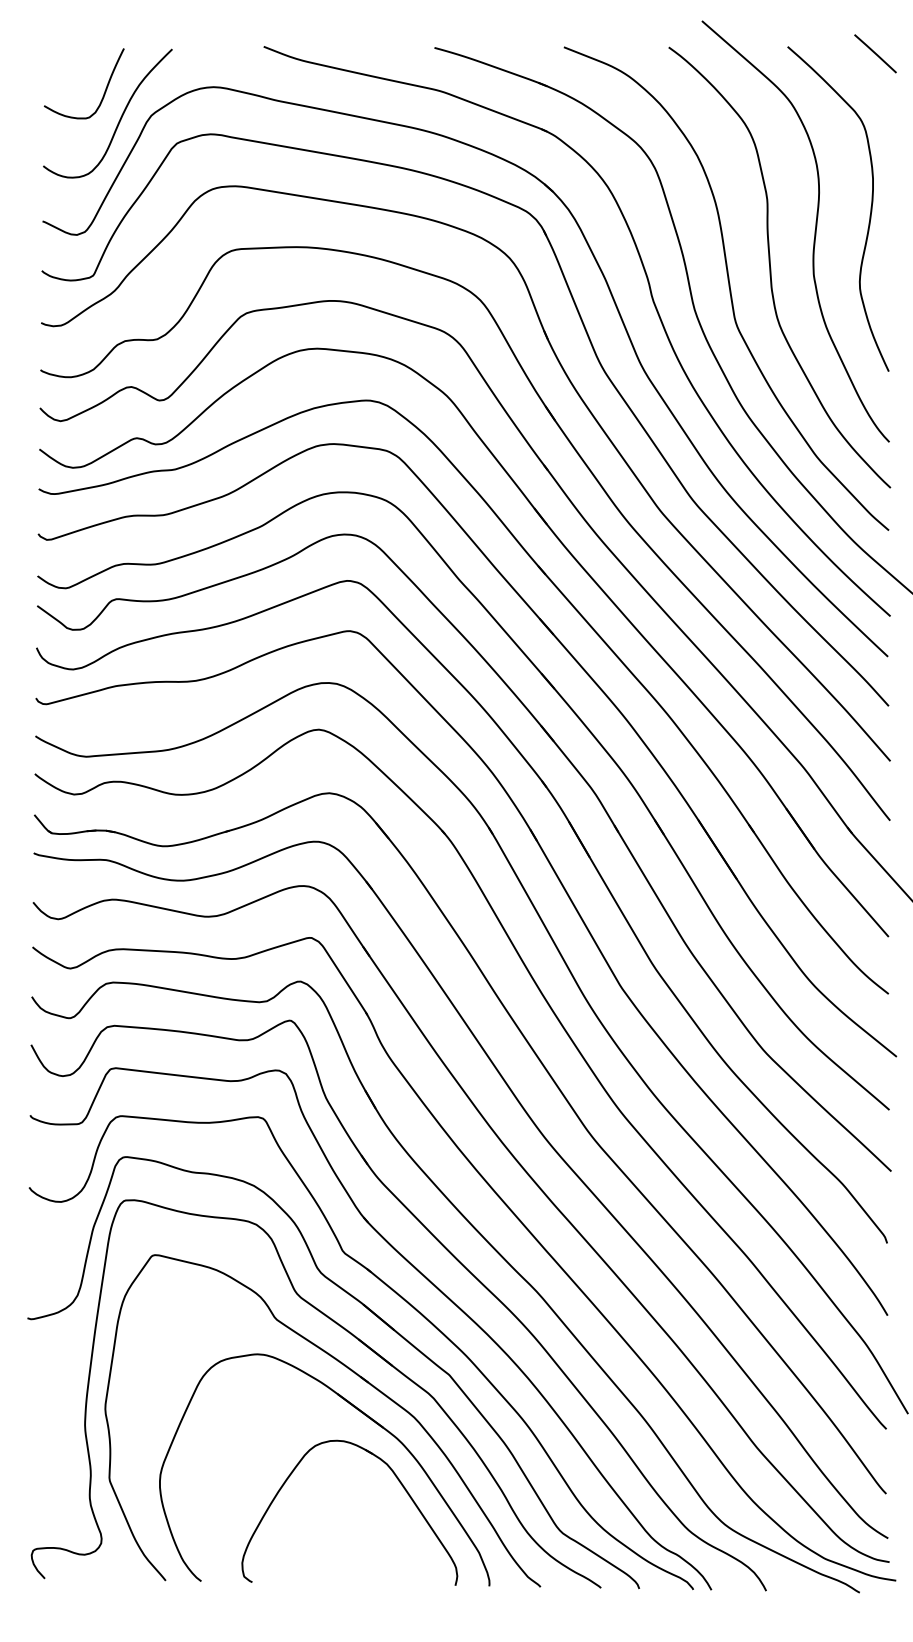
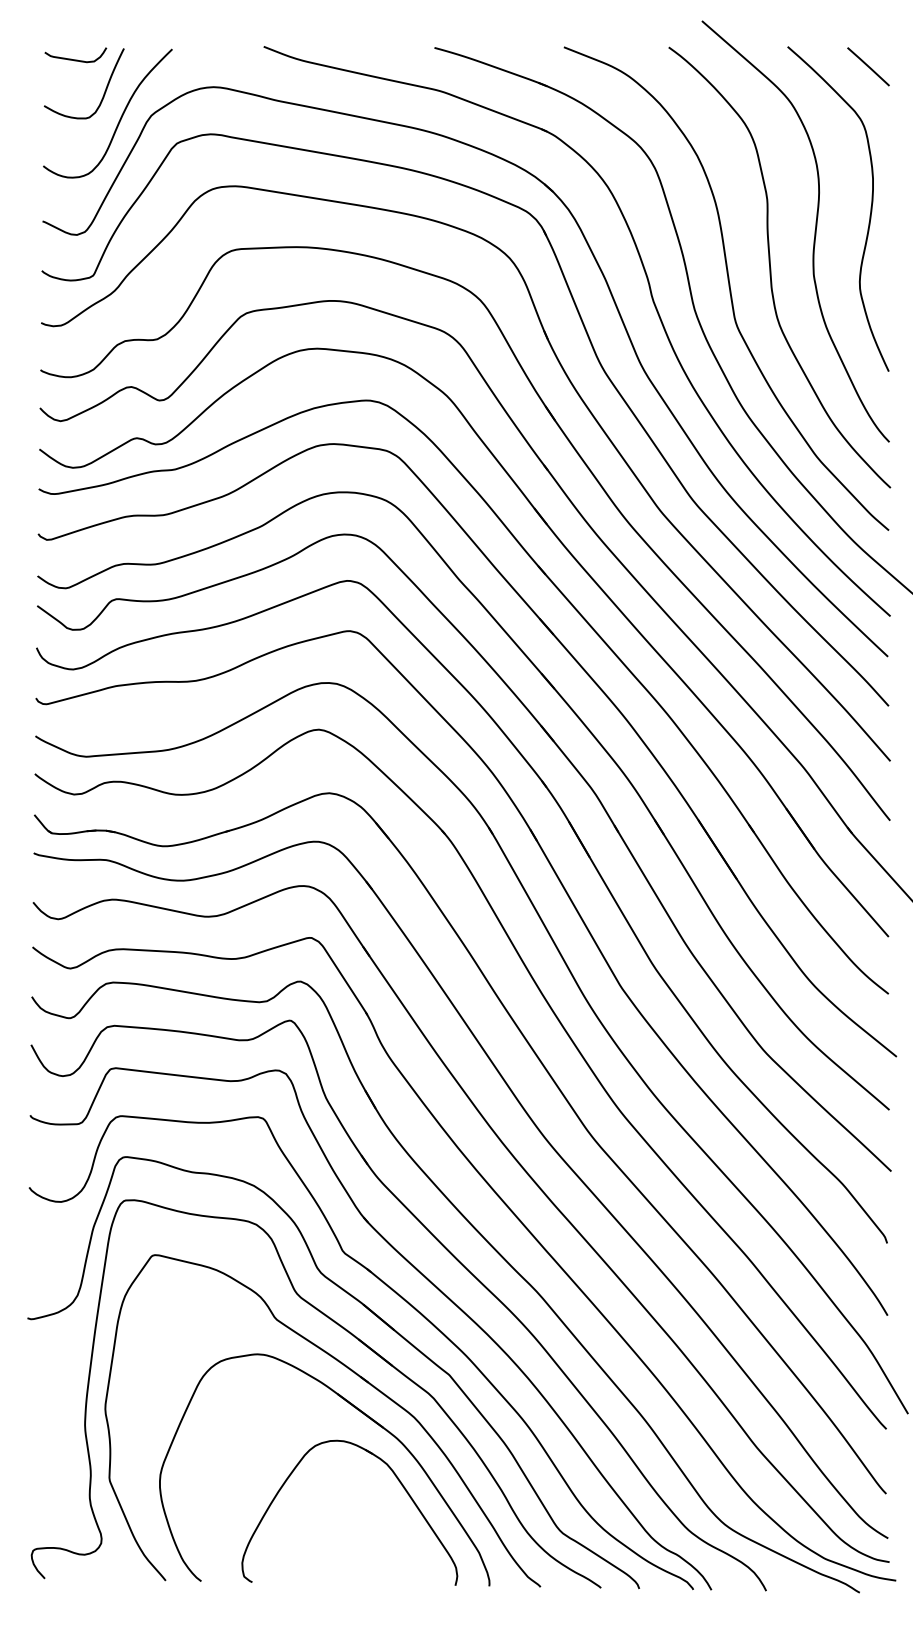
line at (875, 53) position: (875, 53) -> (868, 66)
curve at (75, 59): none -> present
